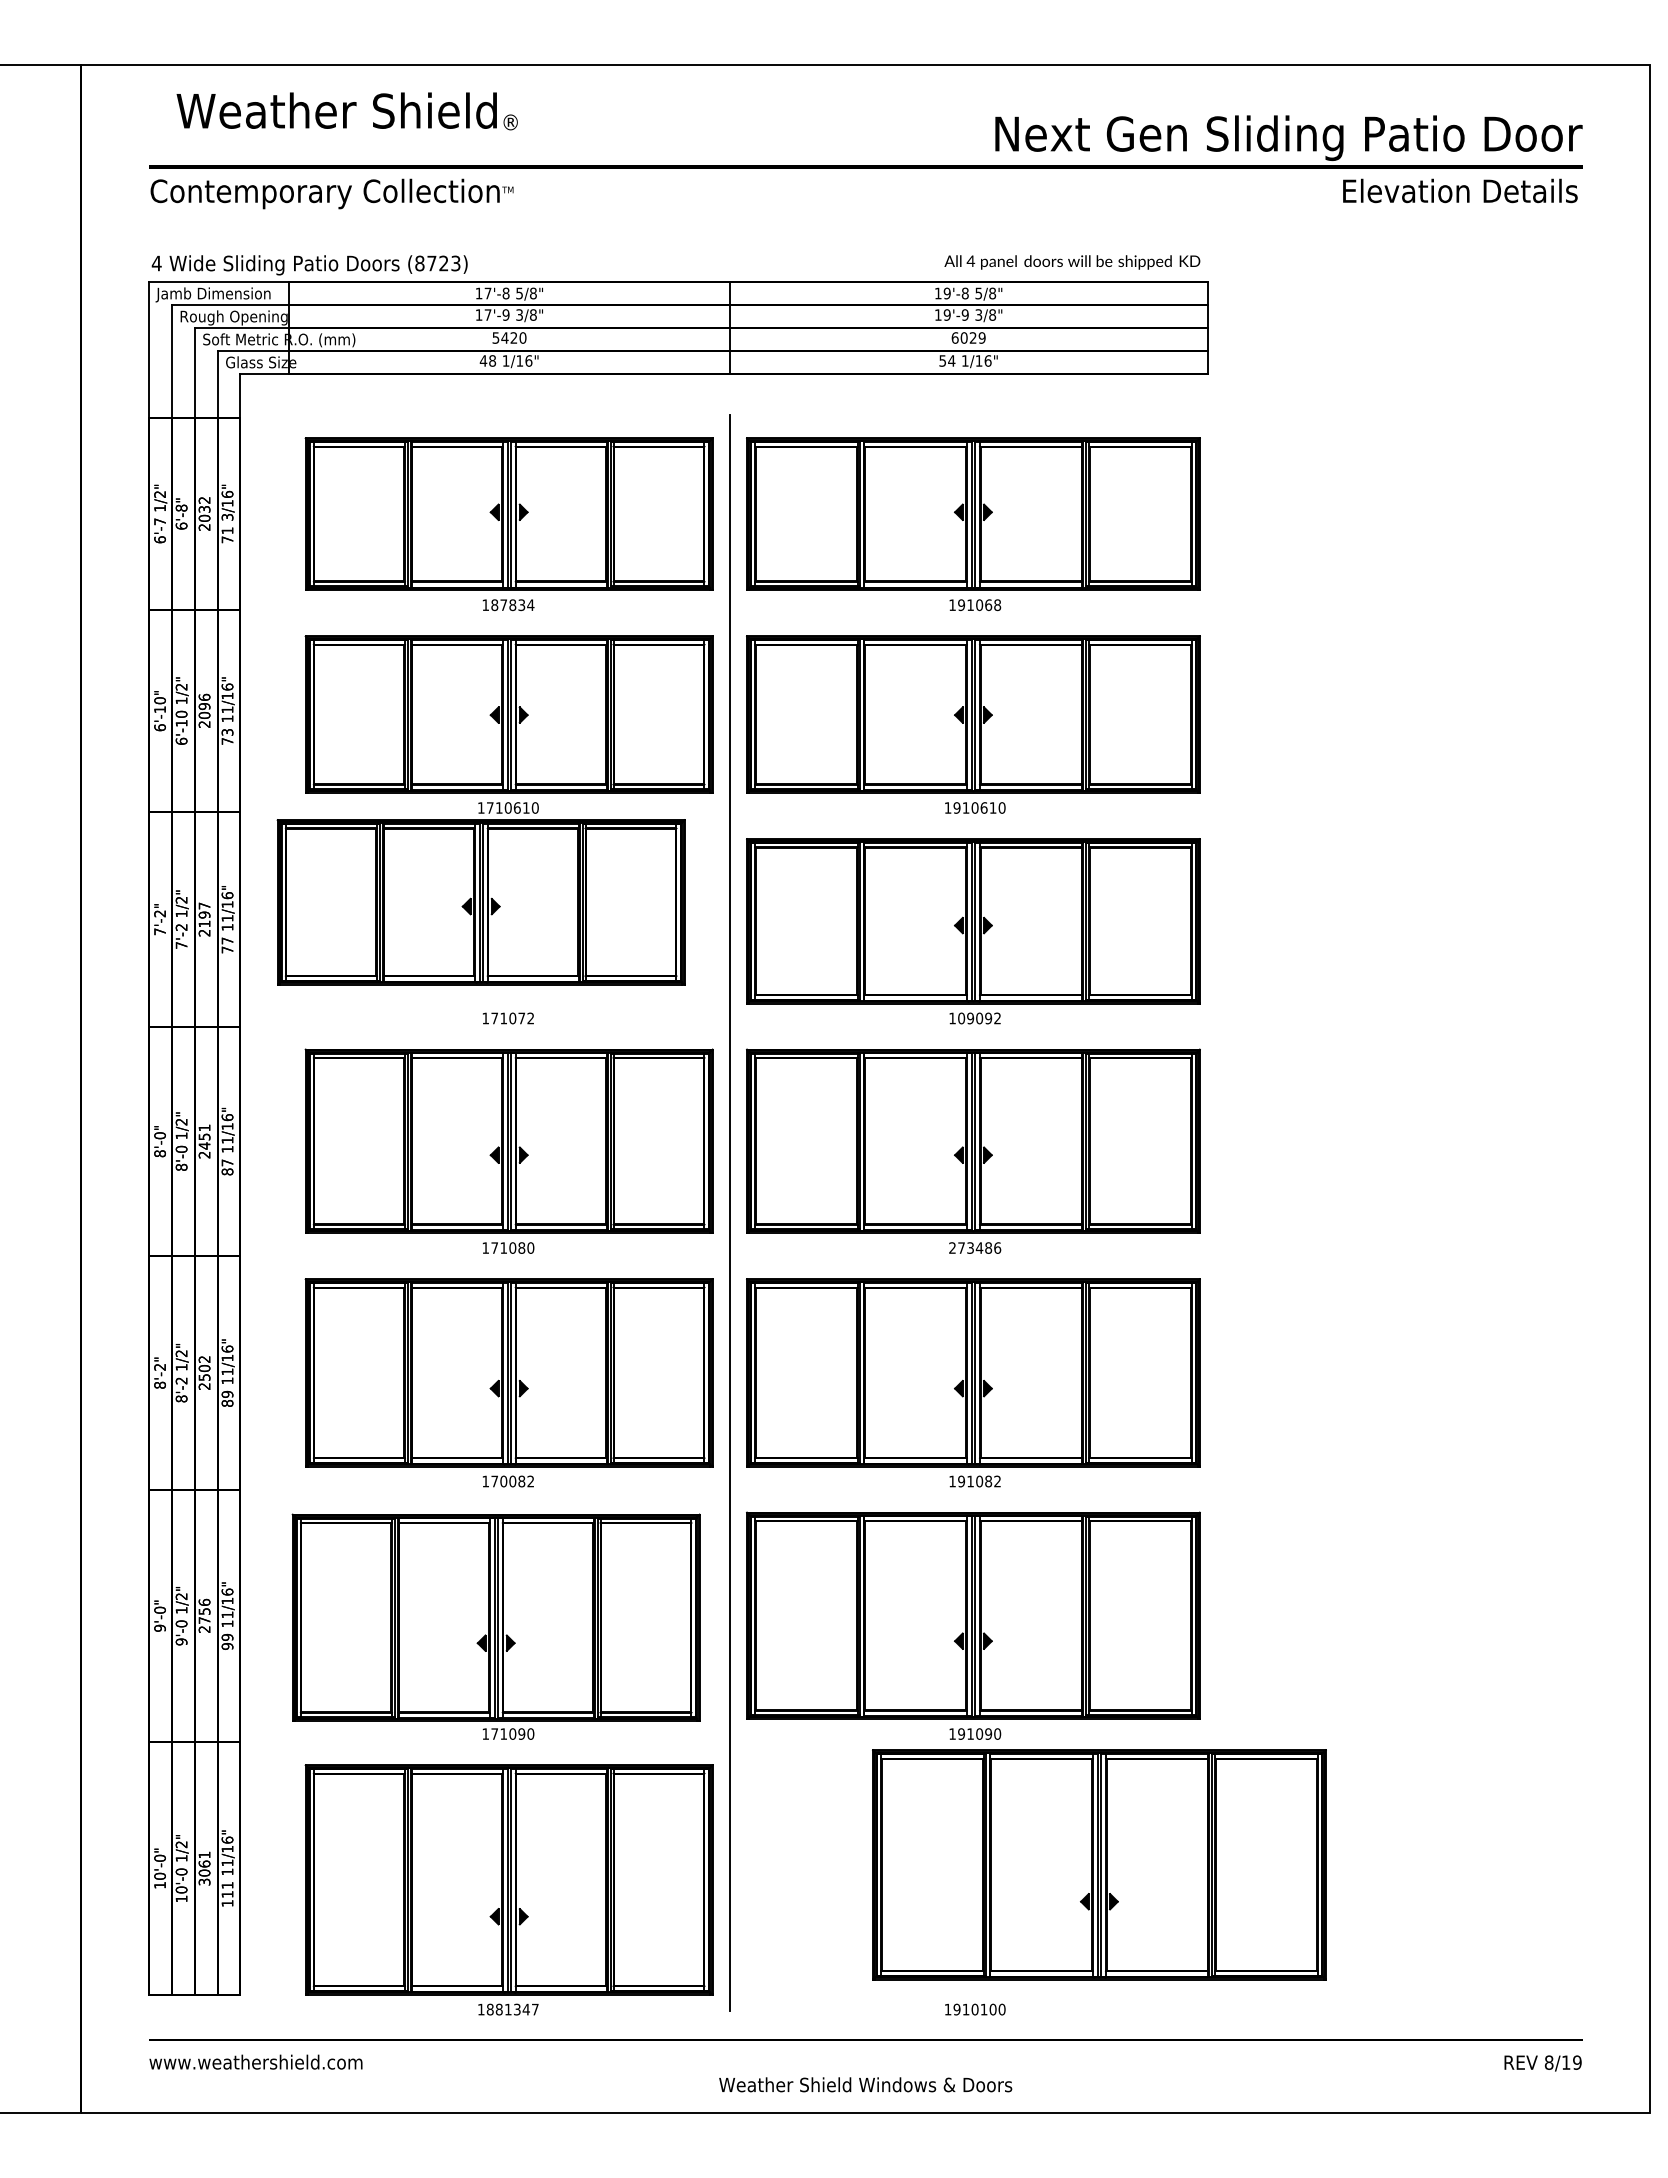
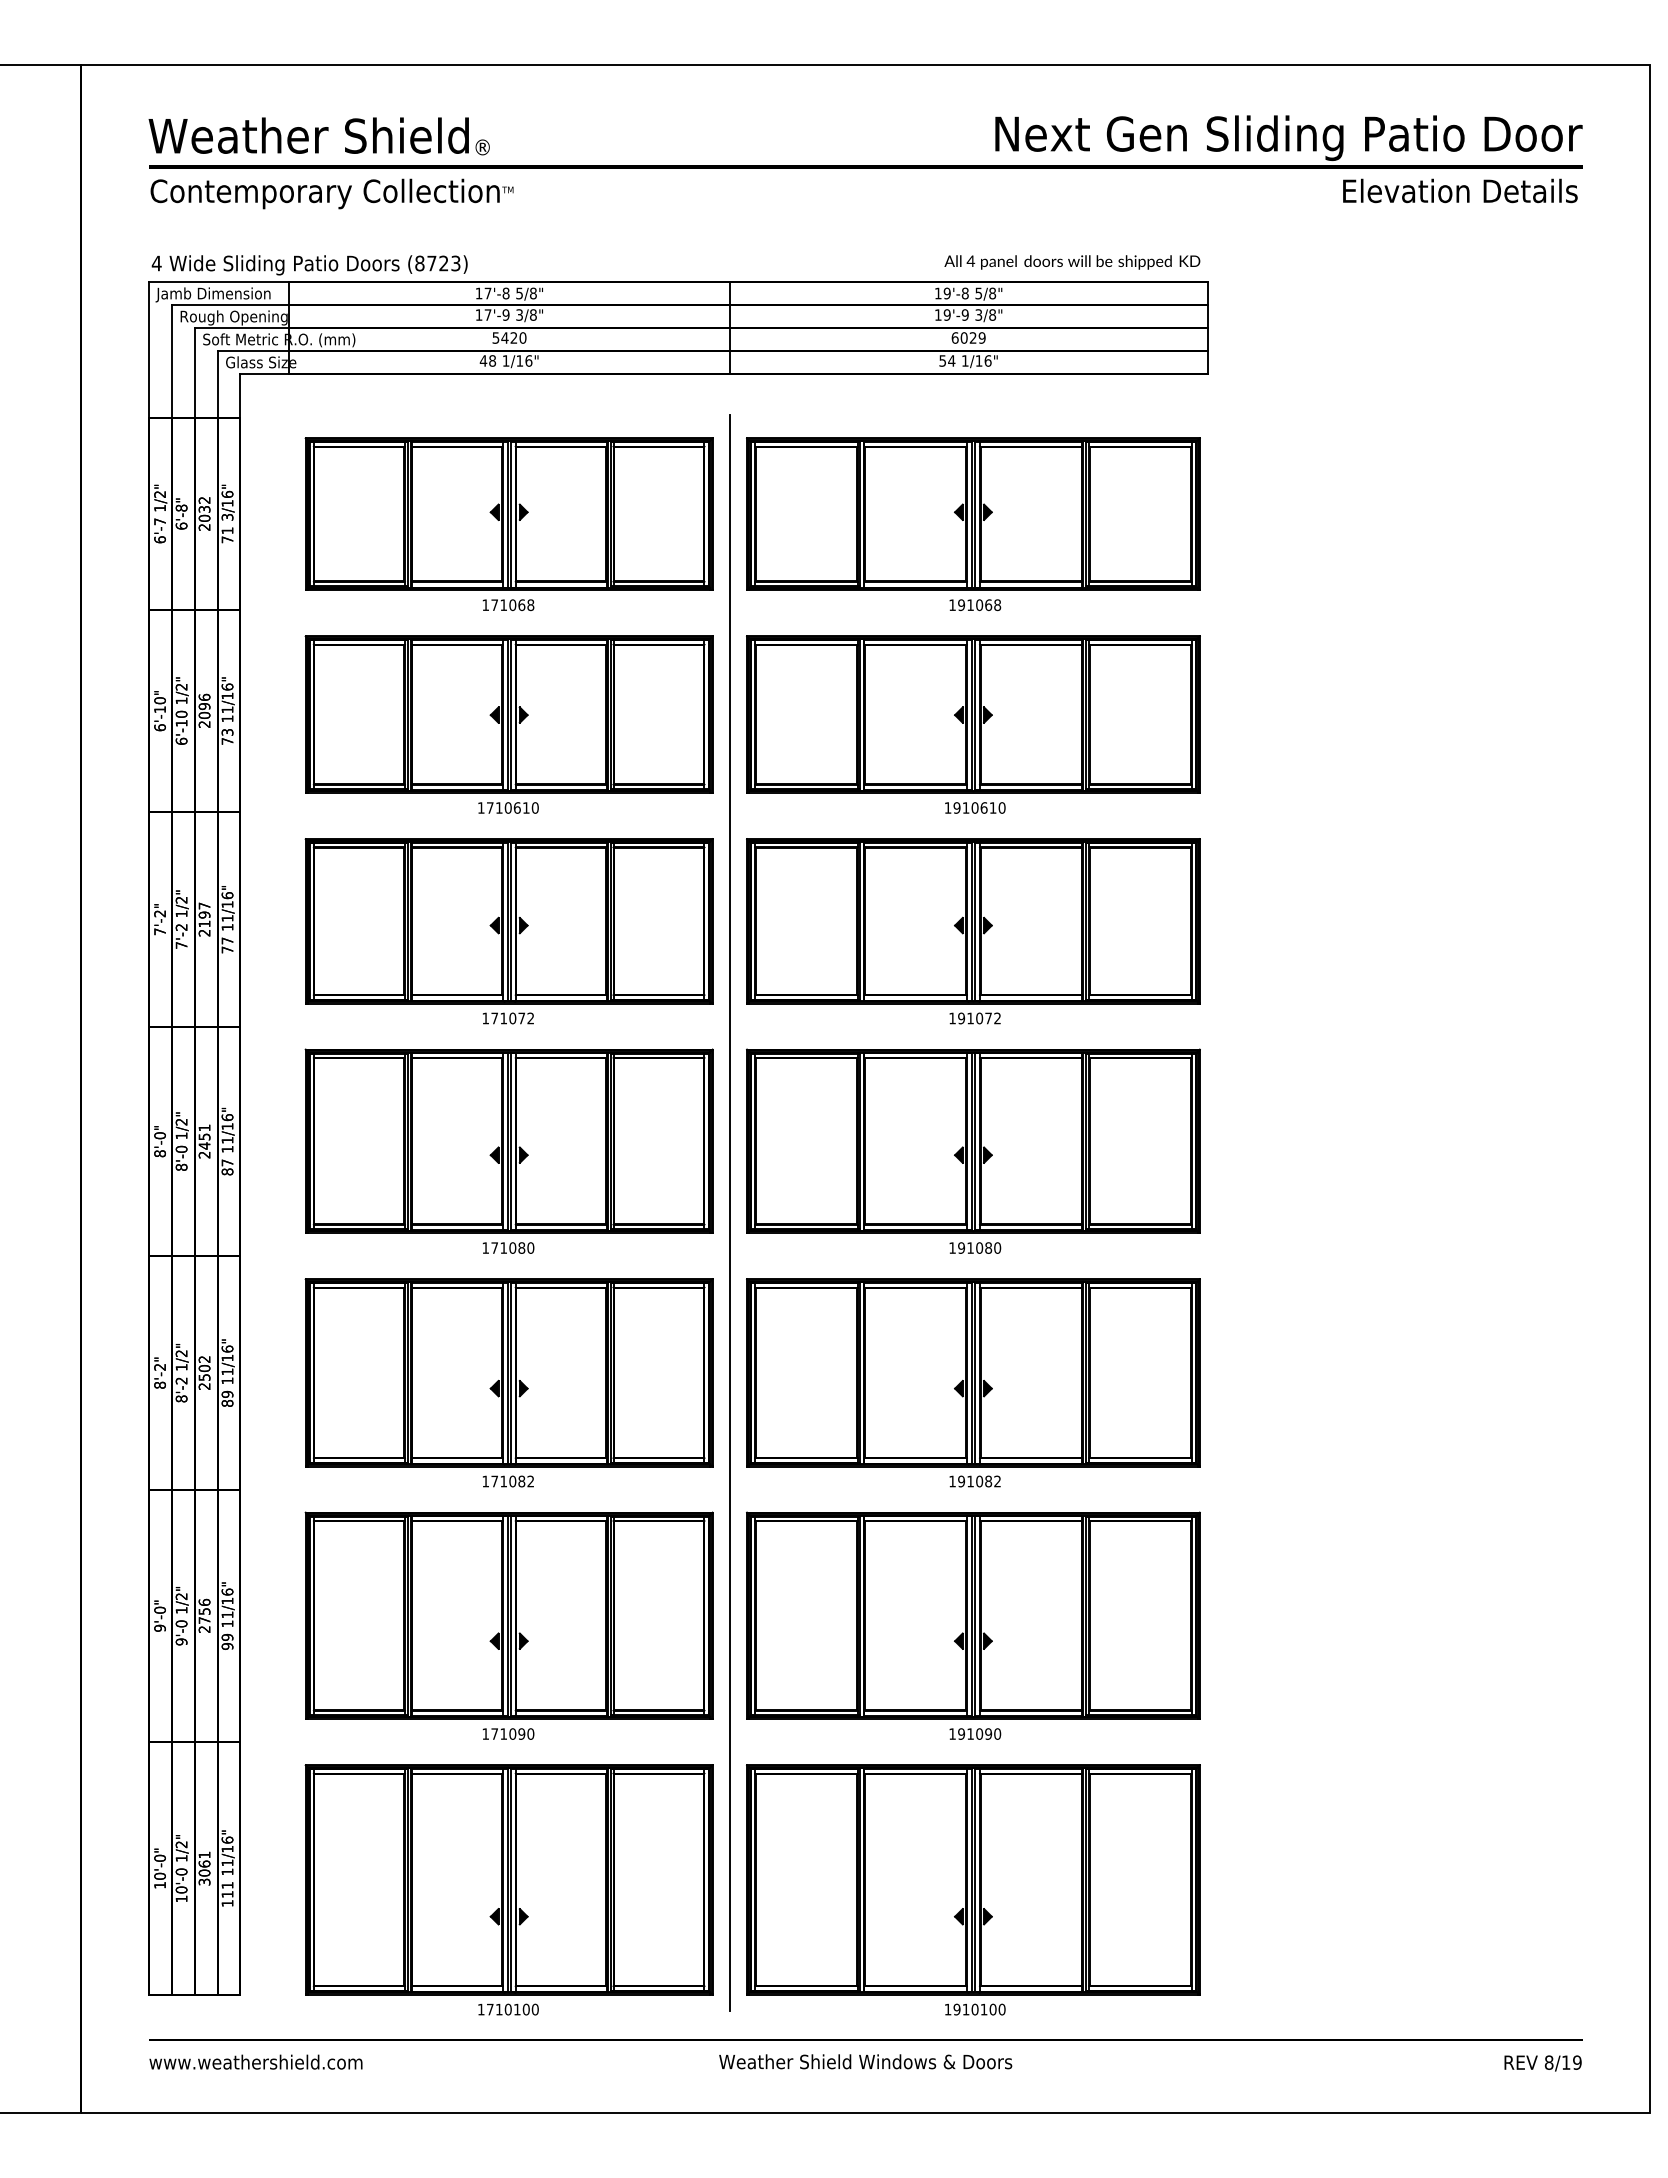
text at (346, 111) position: (346, 111) -> (318, 136)
text at (512, 605): 187834 -> 171068
part at (480, 902) position: (480, 902) -> (508, 921)
text at (975, 1018): 109092 -> 191072
text at (975, 1247): 273486 -> 191080
text at (503, 1481): 170082 -> 171082
part at (495, 1617) position: (495, 1617) -> (508, 1615)
part at (1099, 1864) position: (1099, 1864) -> (973, 1879)
text at (512, 2009): 1881347 -> 1710100
text at (865, 2084) position: (865, 2084) -> (865, 2061)
